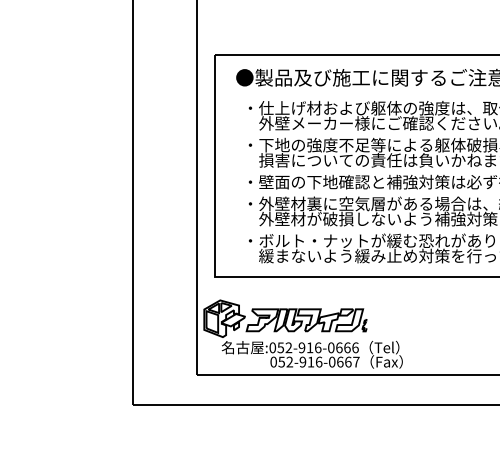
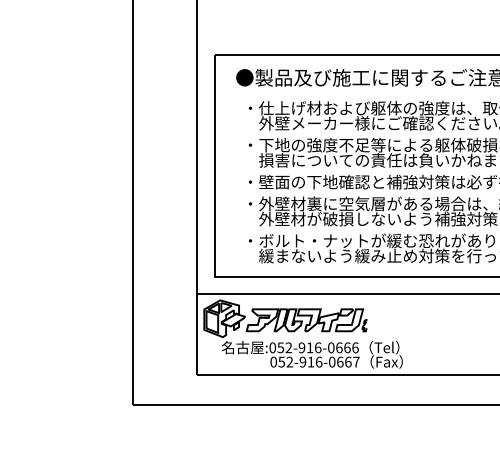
line at (346, 294): none -> present
